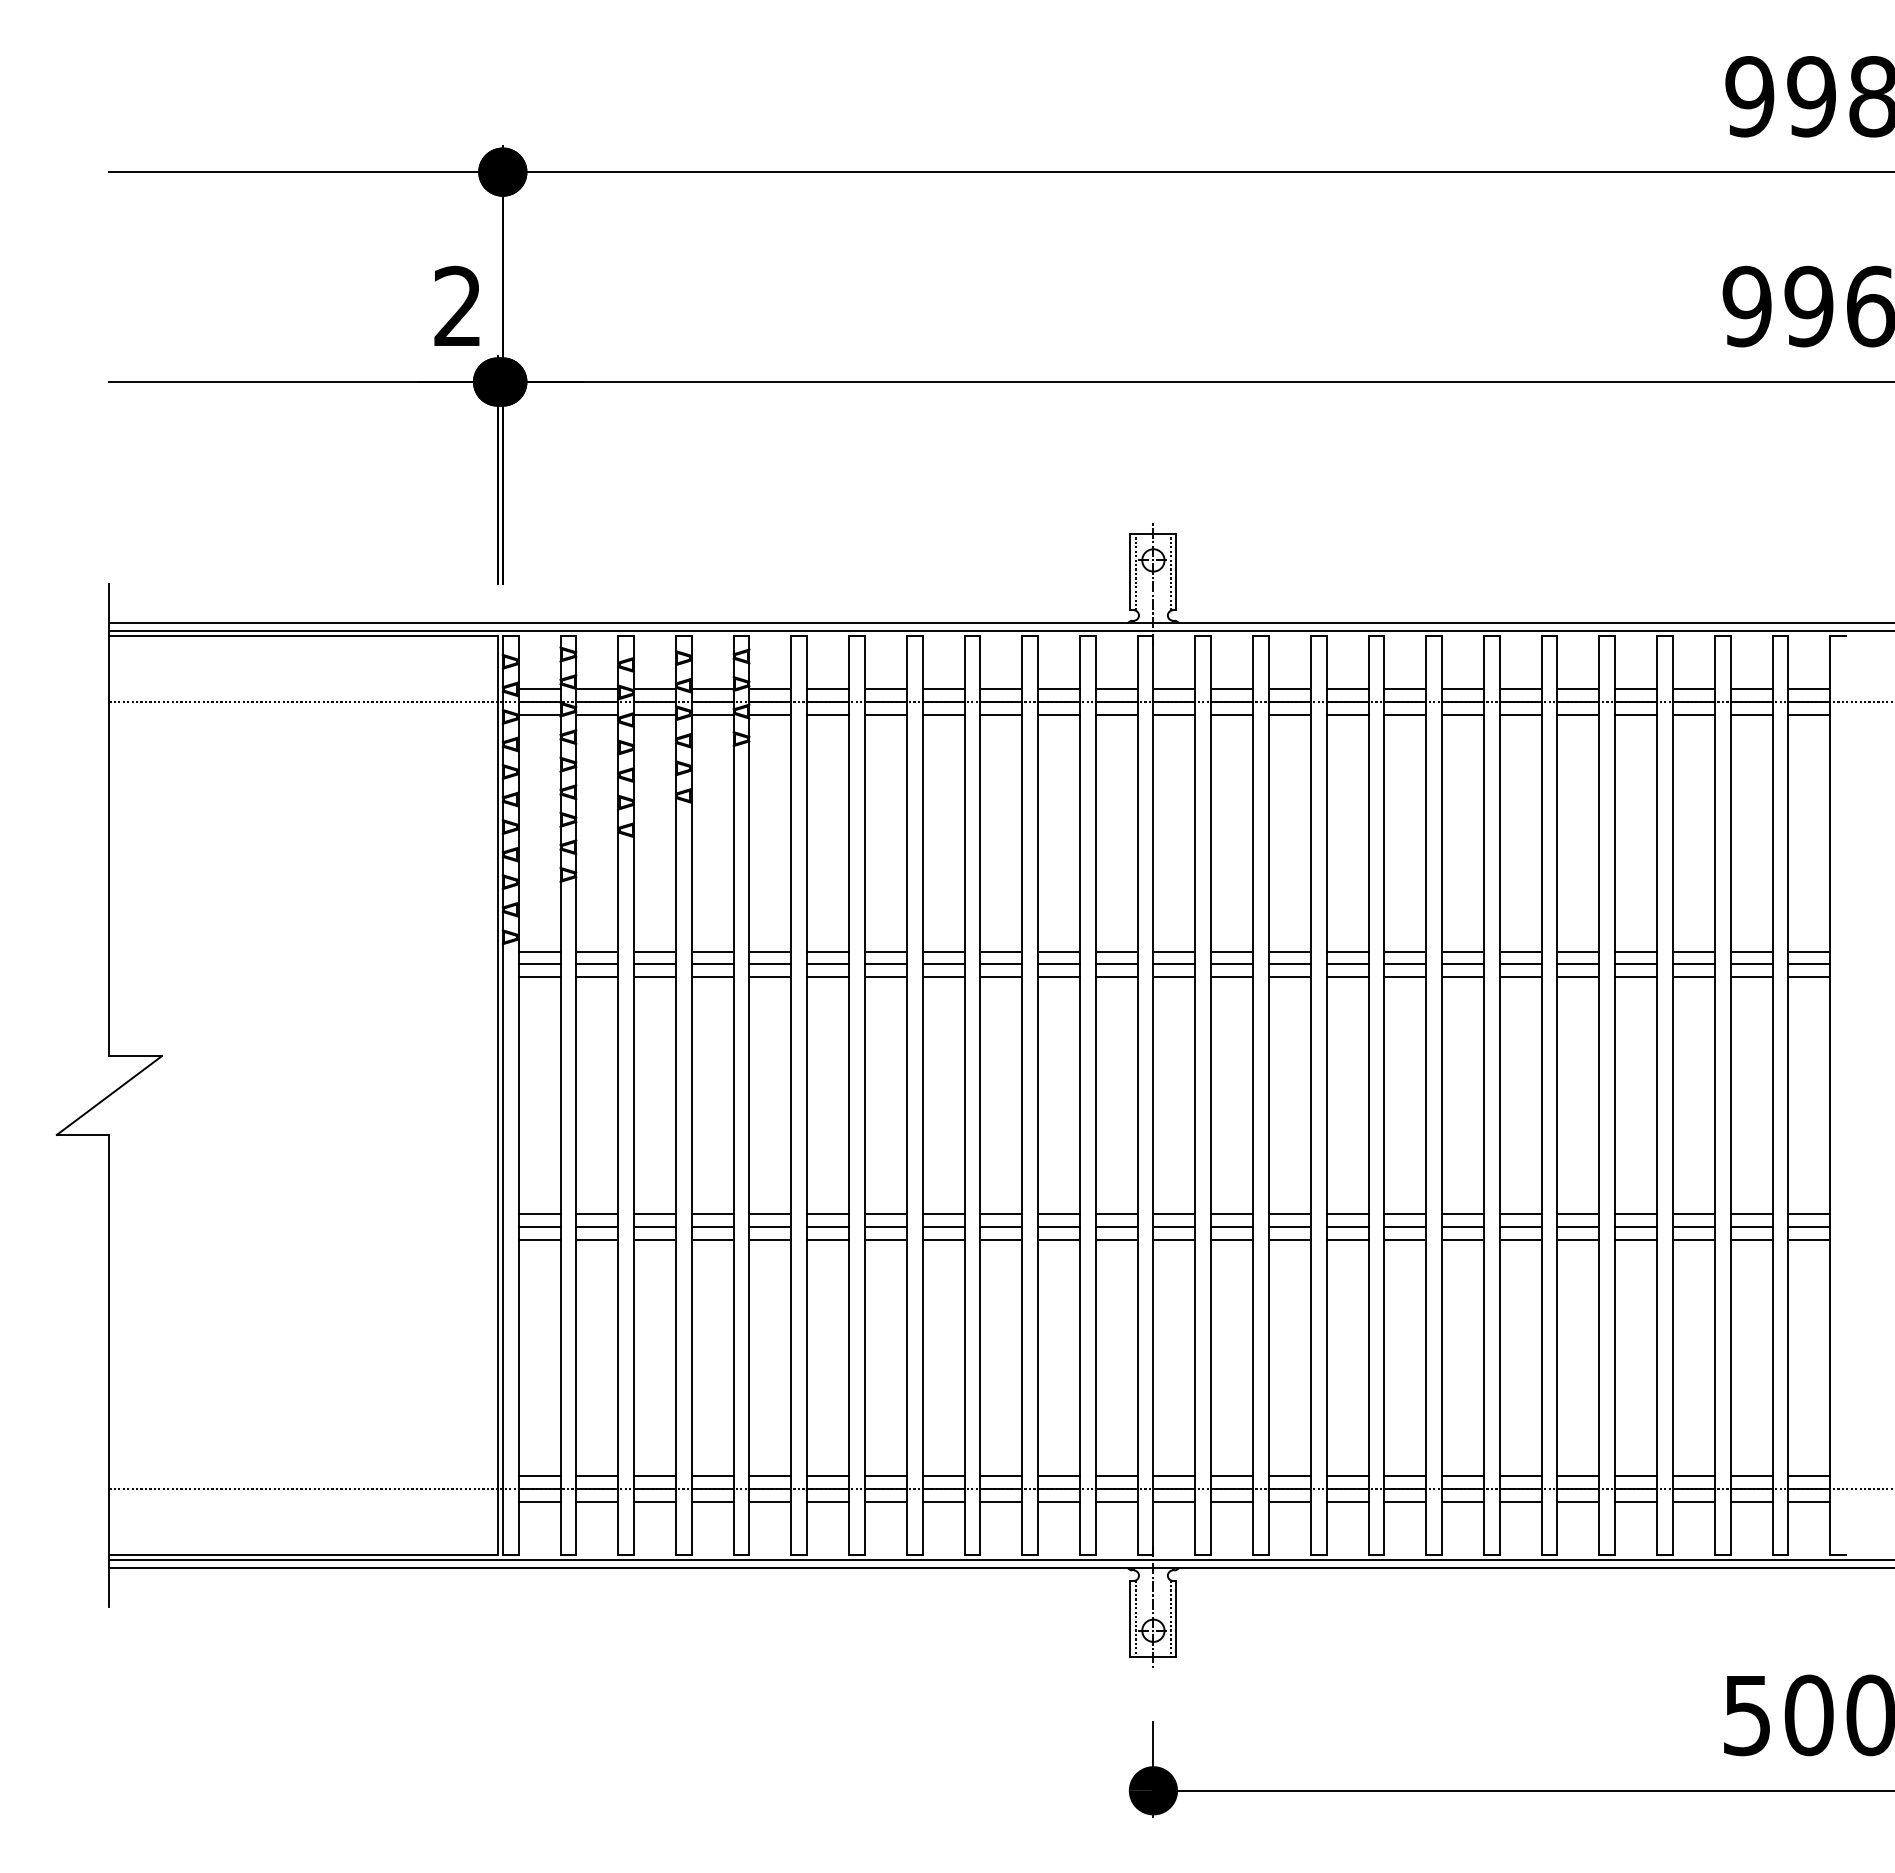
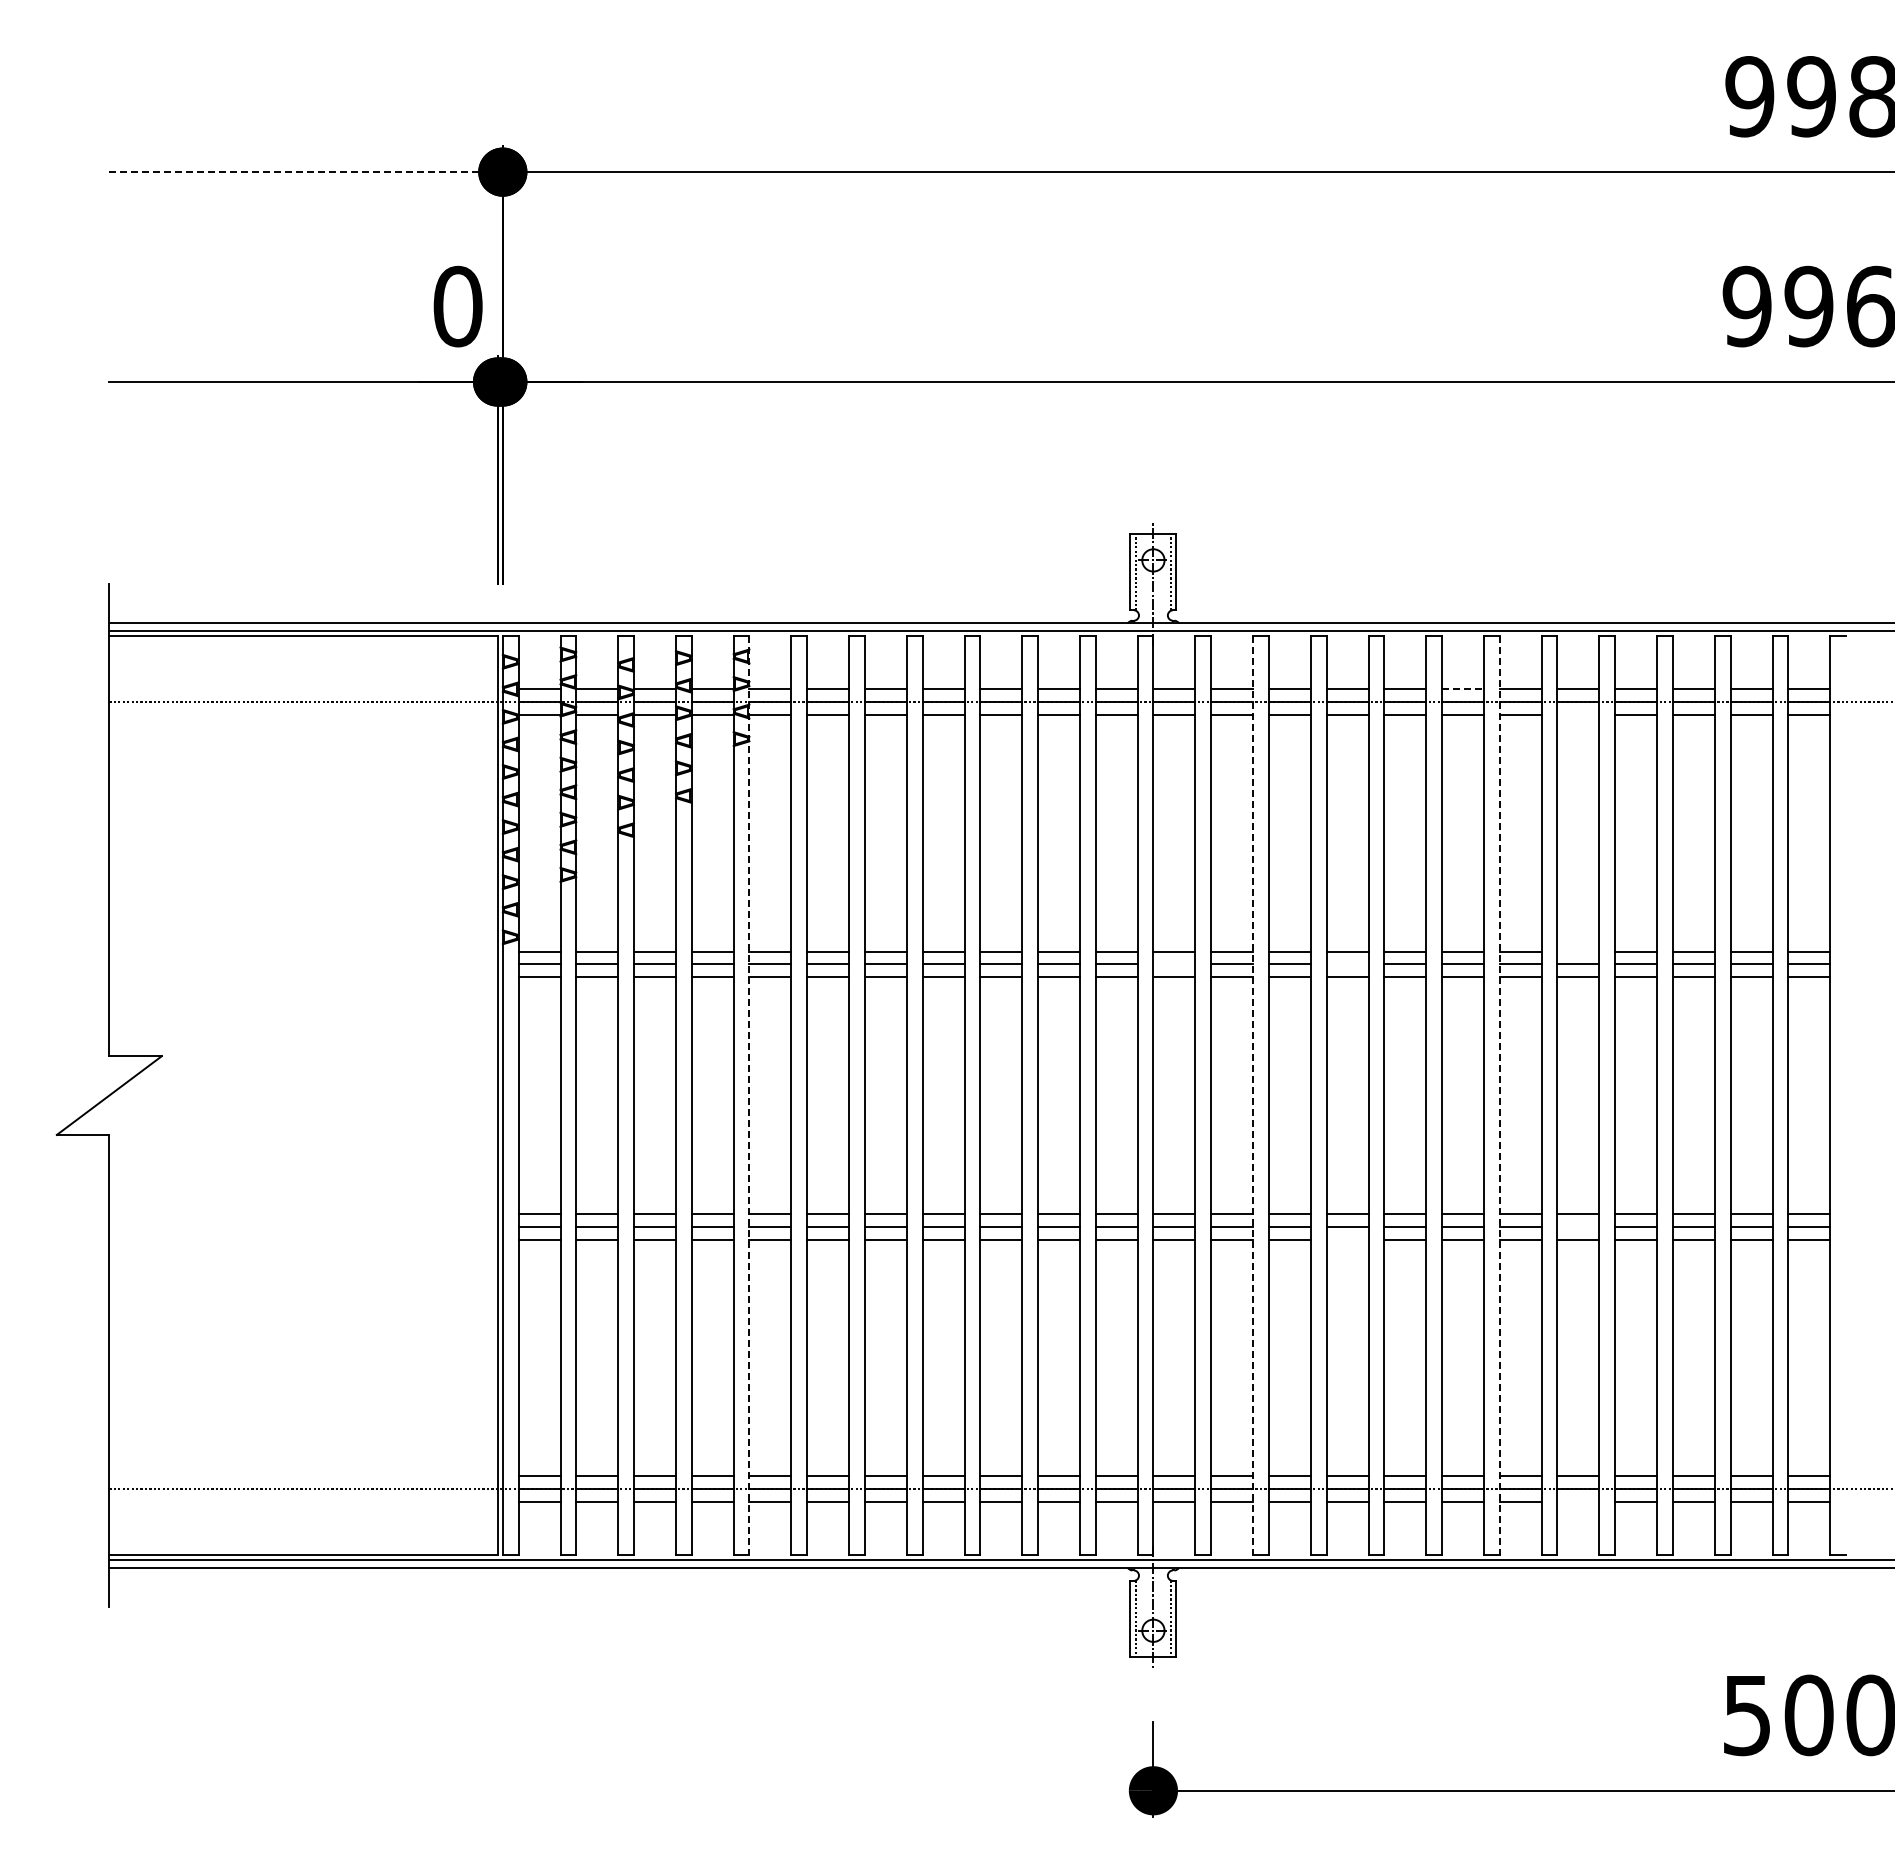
line at (306, 172): solid -> dashed
text at (457, 306): 2 -> 0
line at (1462, 689): solid -> dashed
line at (1578, 714): present -> none
line at (1578, 951): present -> none
line at (1174, 964): present -> none
line at (1347, 964): present -> none
line at (749, 1096): solid -> dashed
line at (1253, 1096): solid -> dashed
line at (1499, 1096): solid -> dashed
line at (1578, 1226): present -> none
line at (1347, 1239): present -> none
line at (1578, 1501): present -> none
